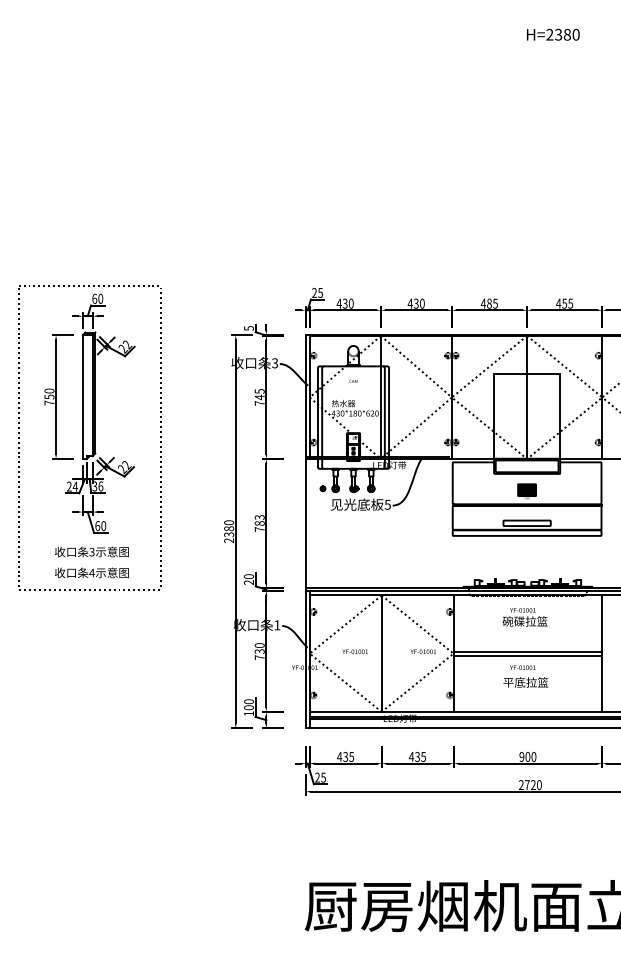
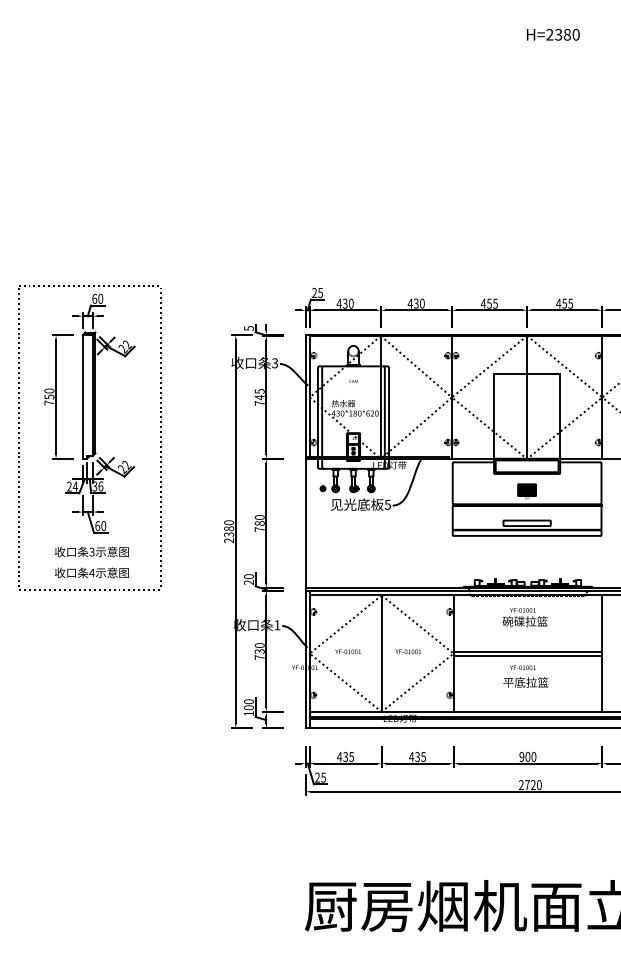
text at (489, 303): 485 -> 455
text at (259, 517): 783 -> 780
text at (354, 651) position: (354, 651) -> (347, 651)
text at (422, 651) position: (422, 651) -> (407, 651)
